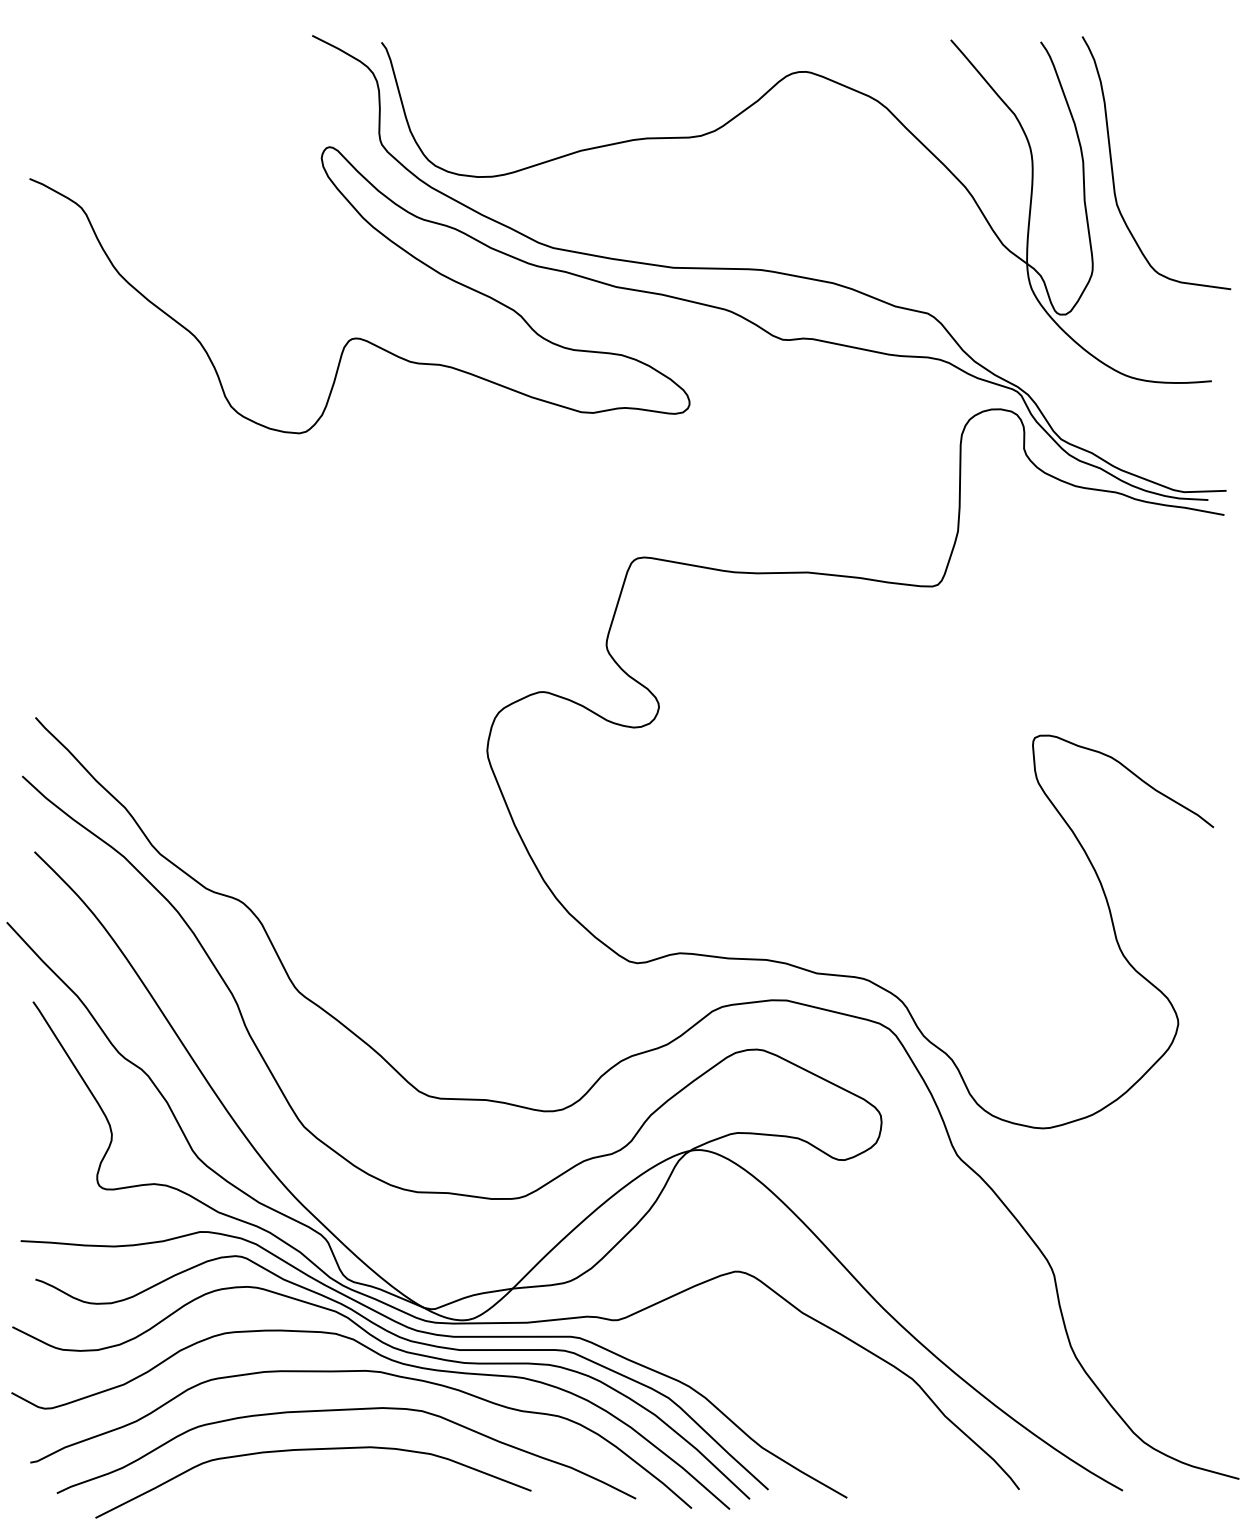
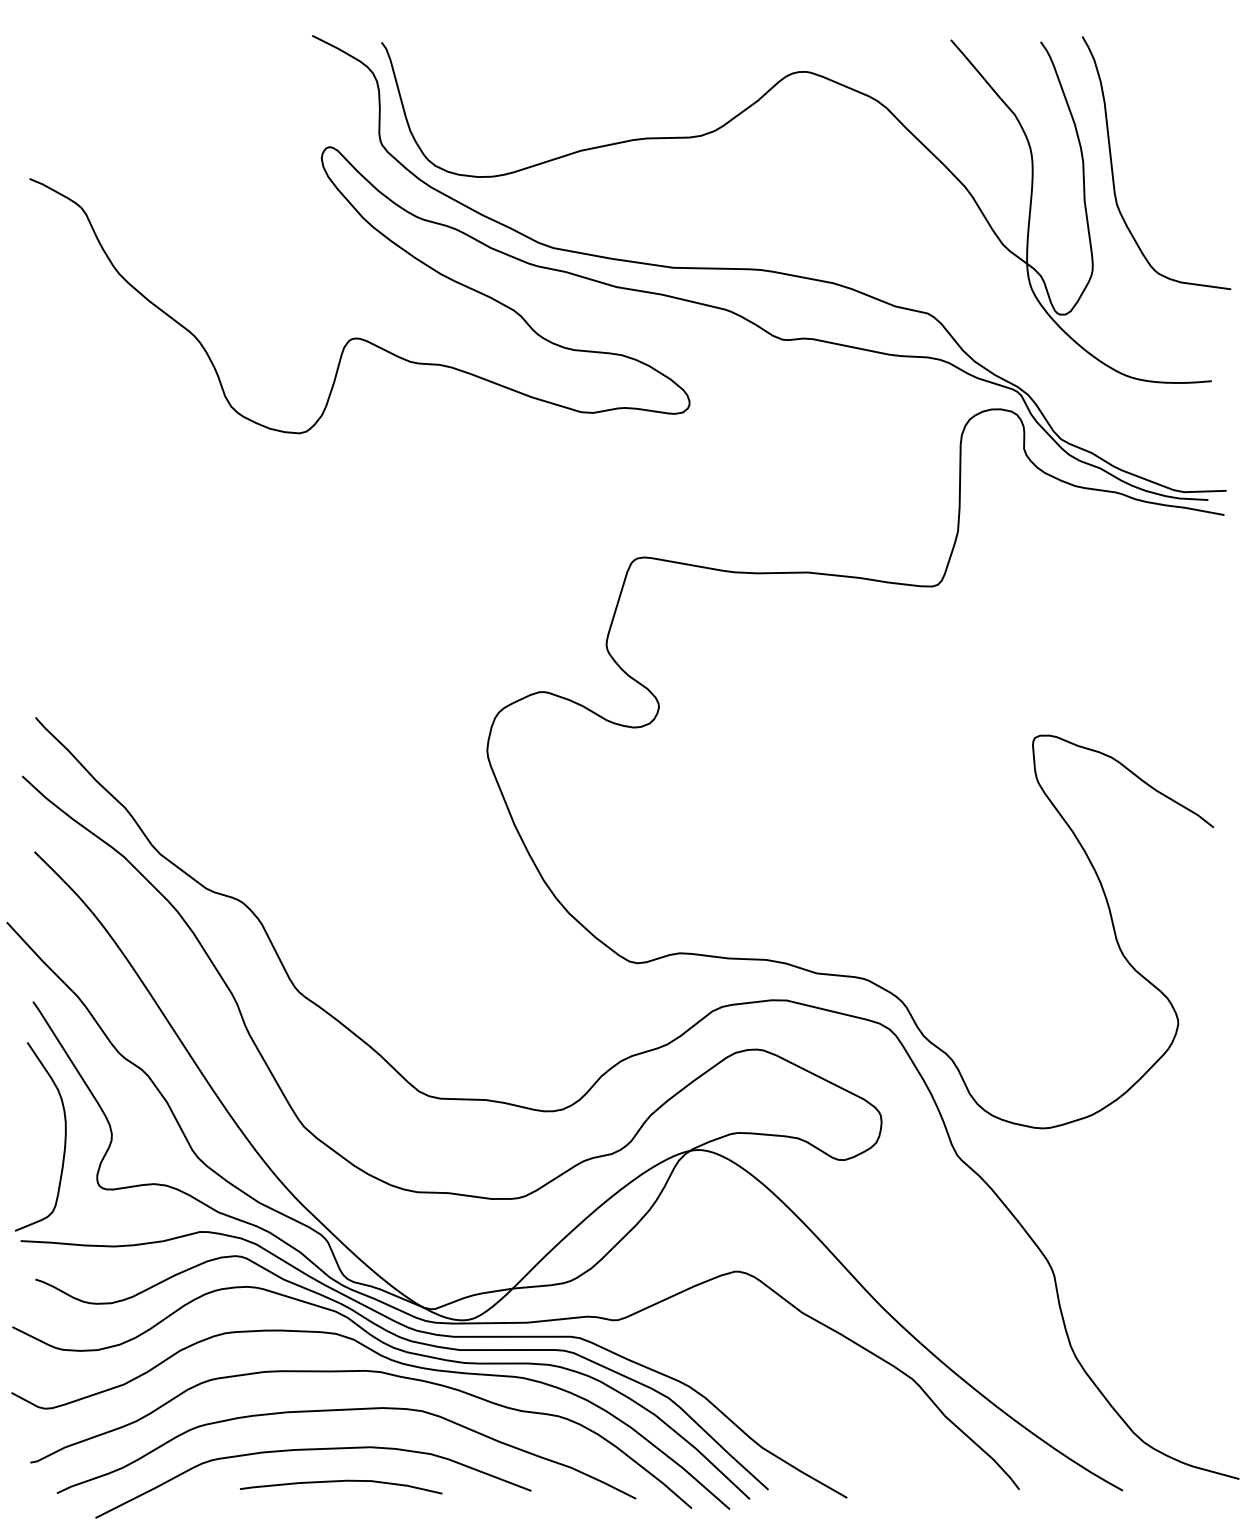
curve at (64, 1136): none -> present
curve at (341, 1481): none -> present
